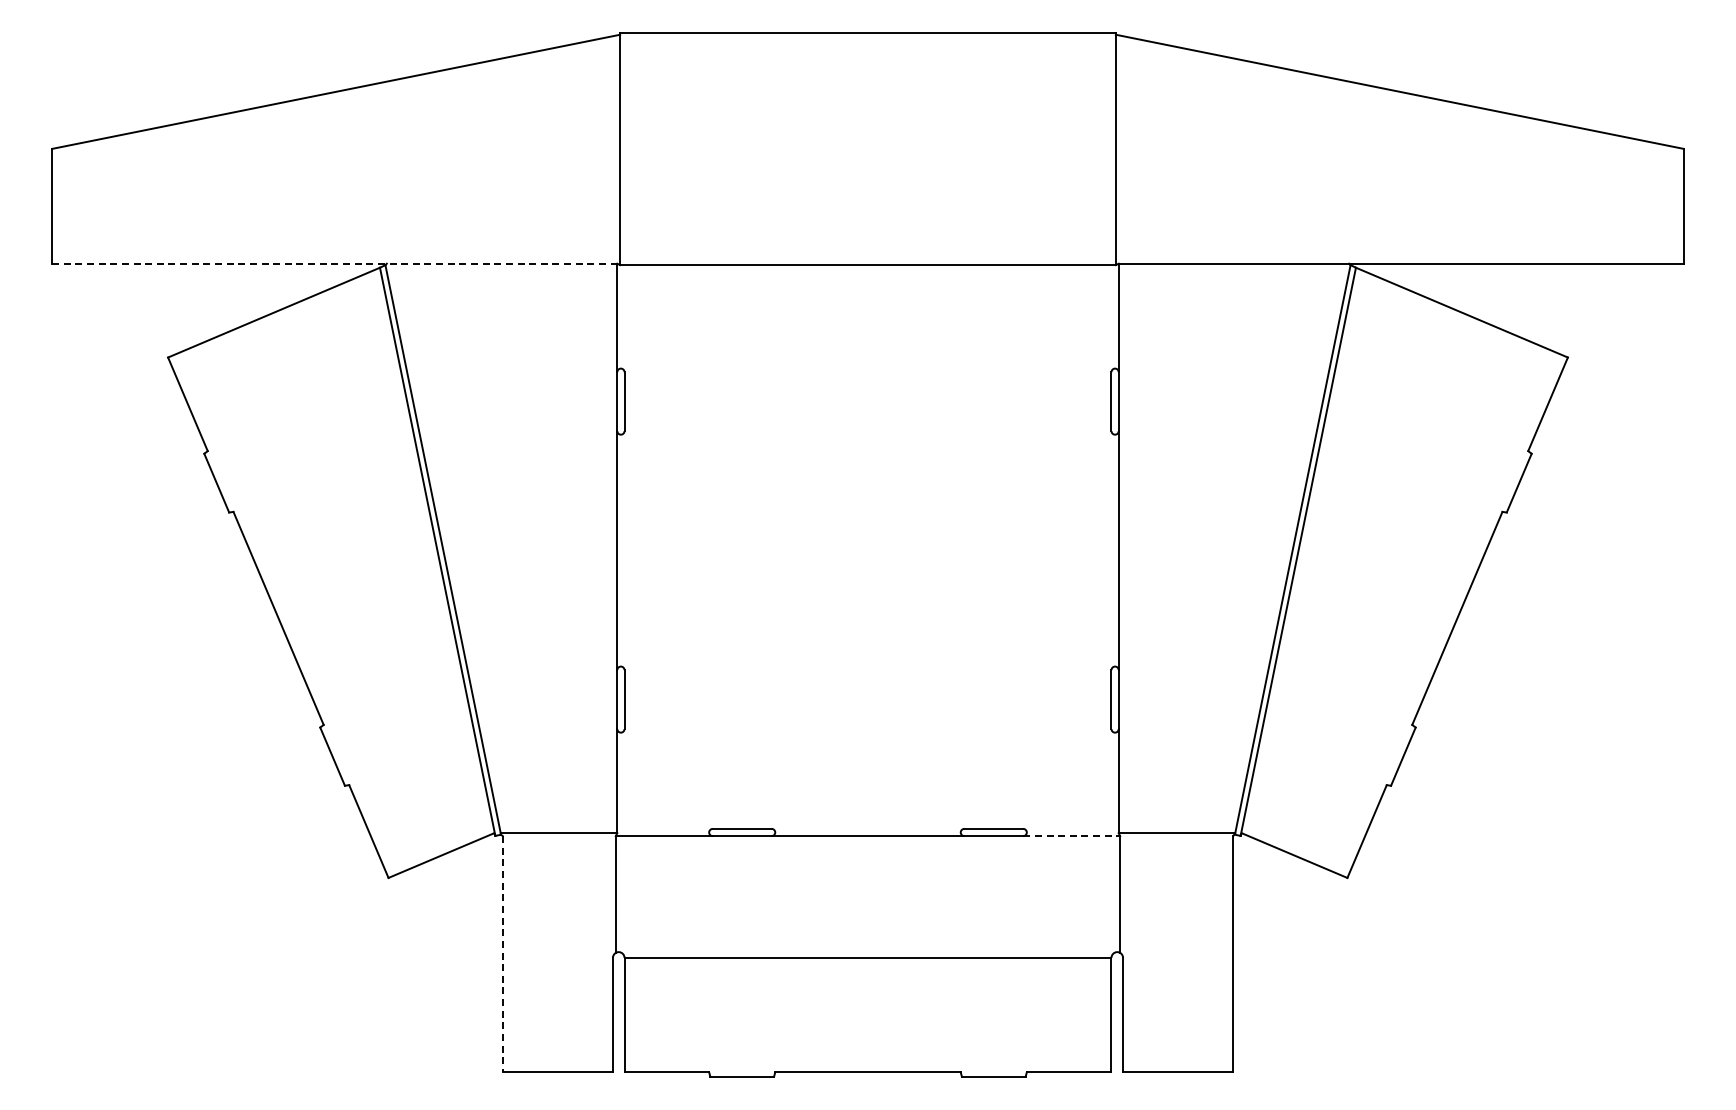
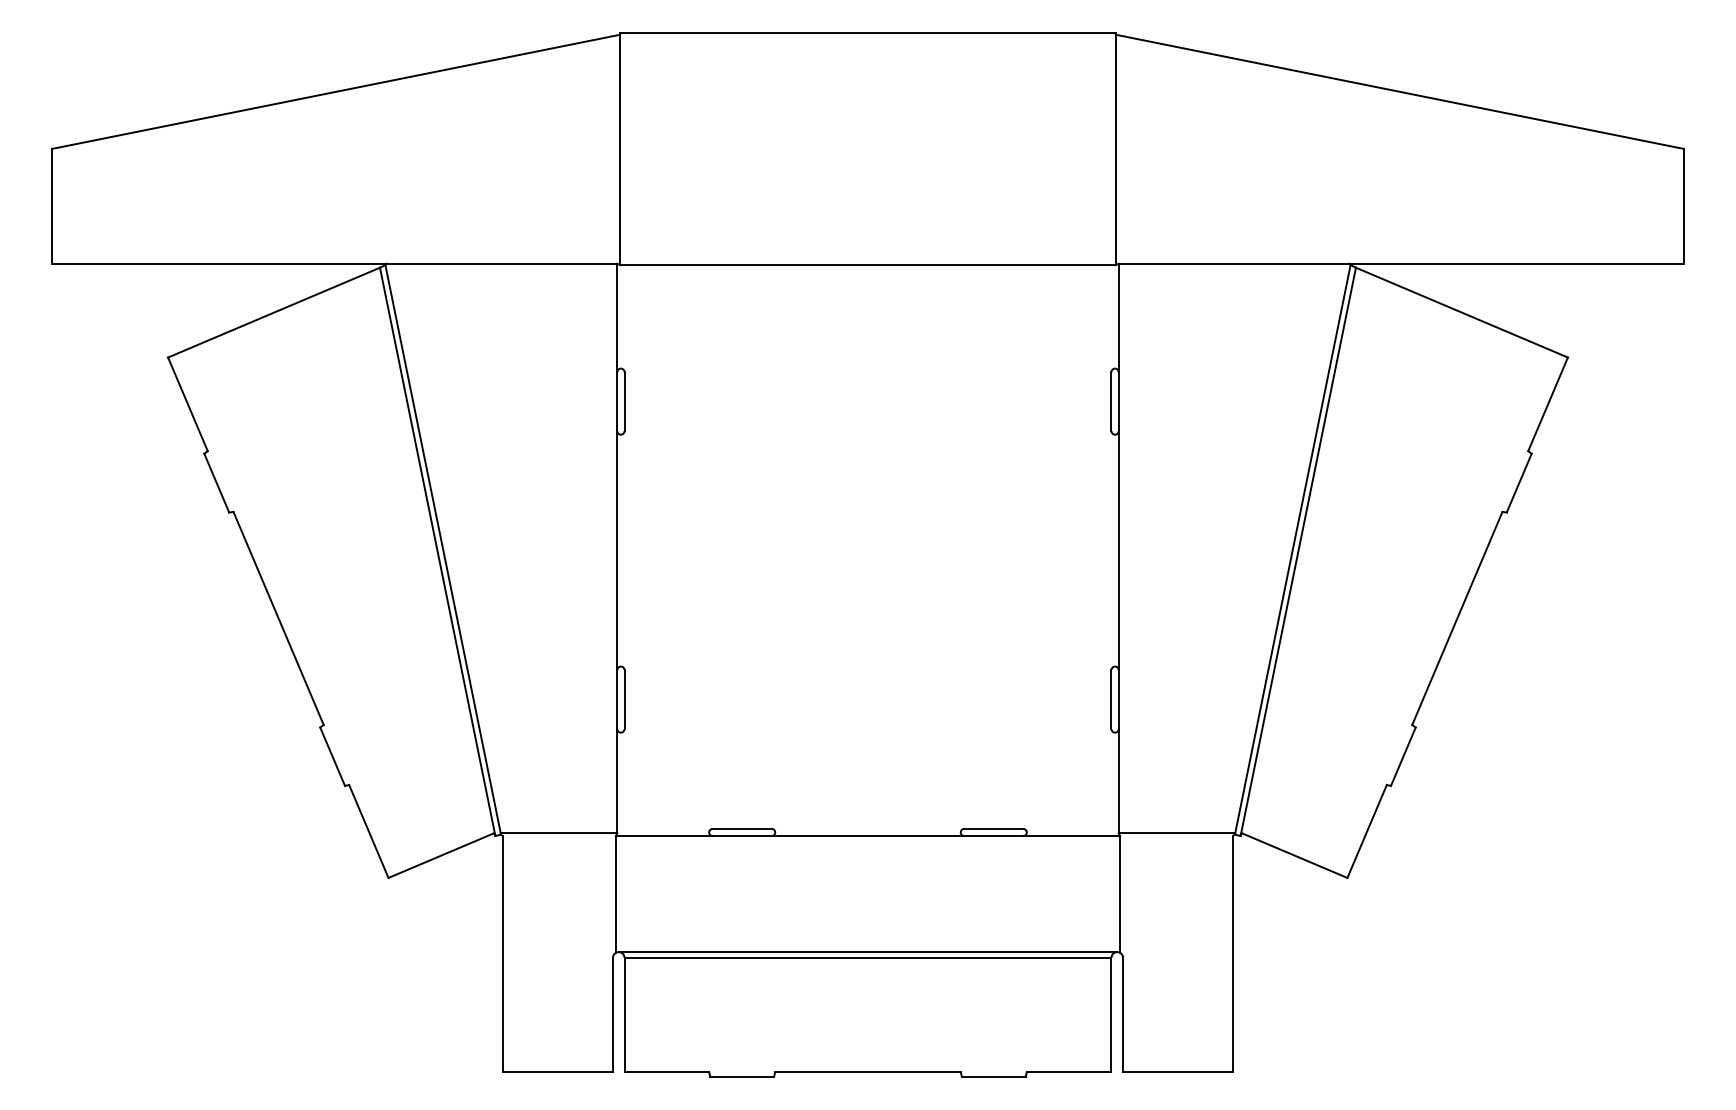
line at (334, 263): dashed -> solid
line at (1072, 836): dashed -> solid
line at (867, 952): none -> present
line at (502, 954): dashed -> solid
